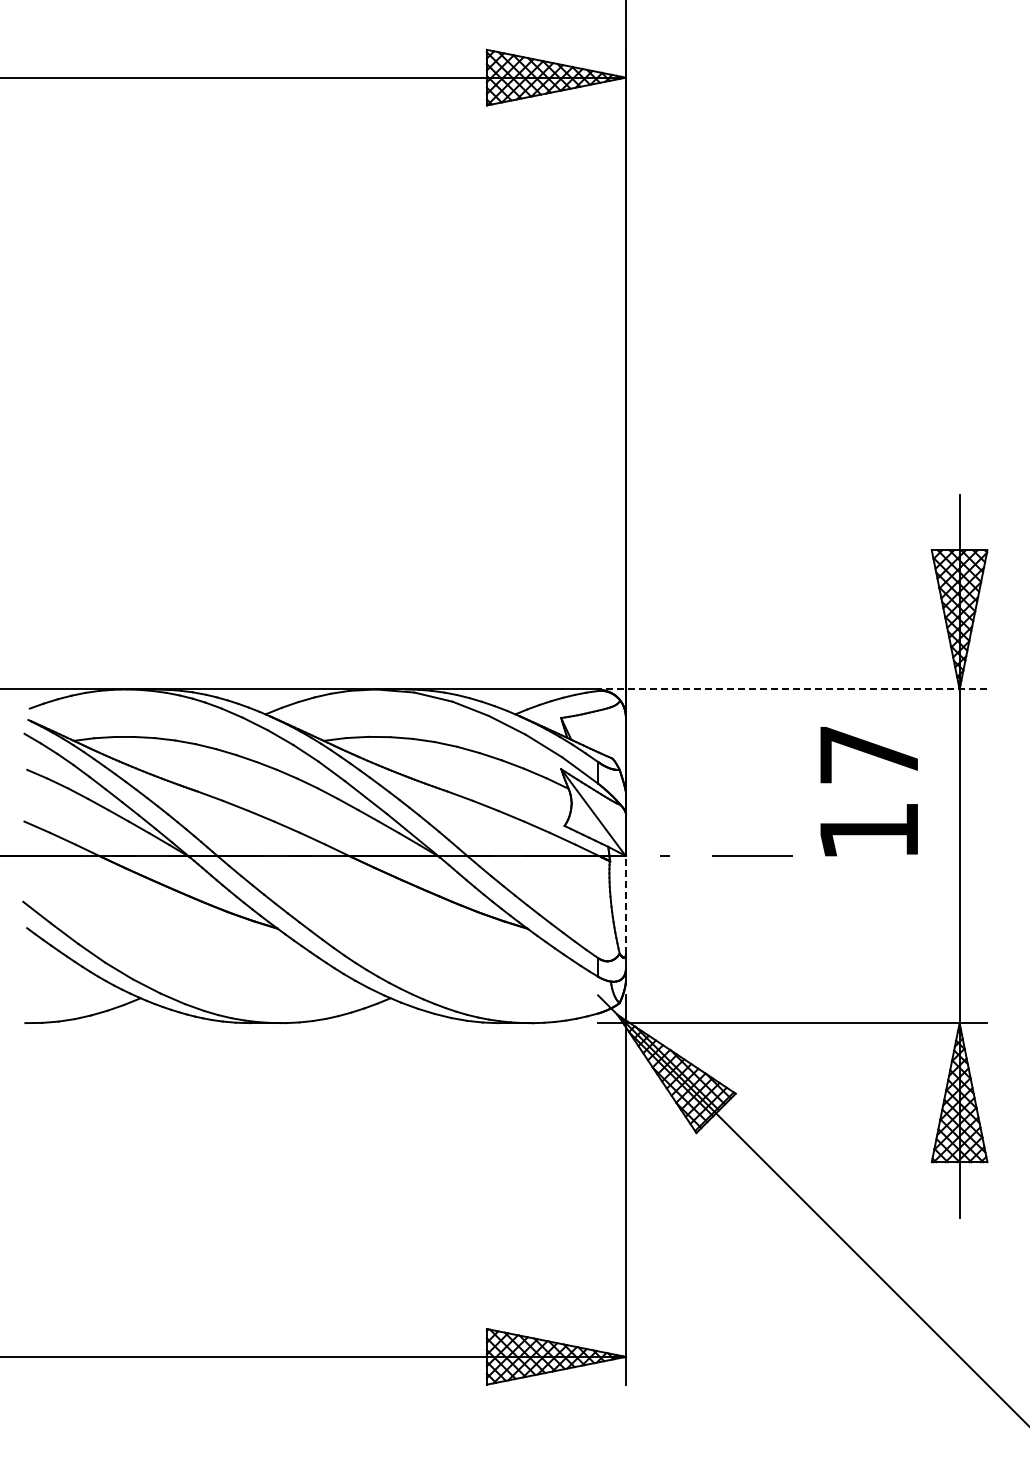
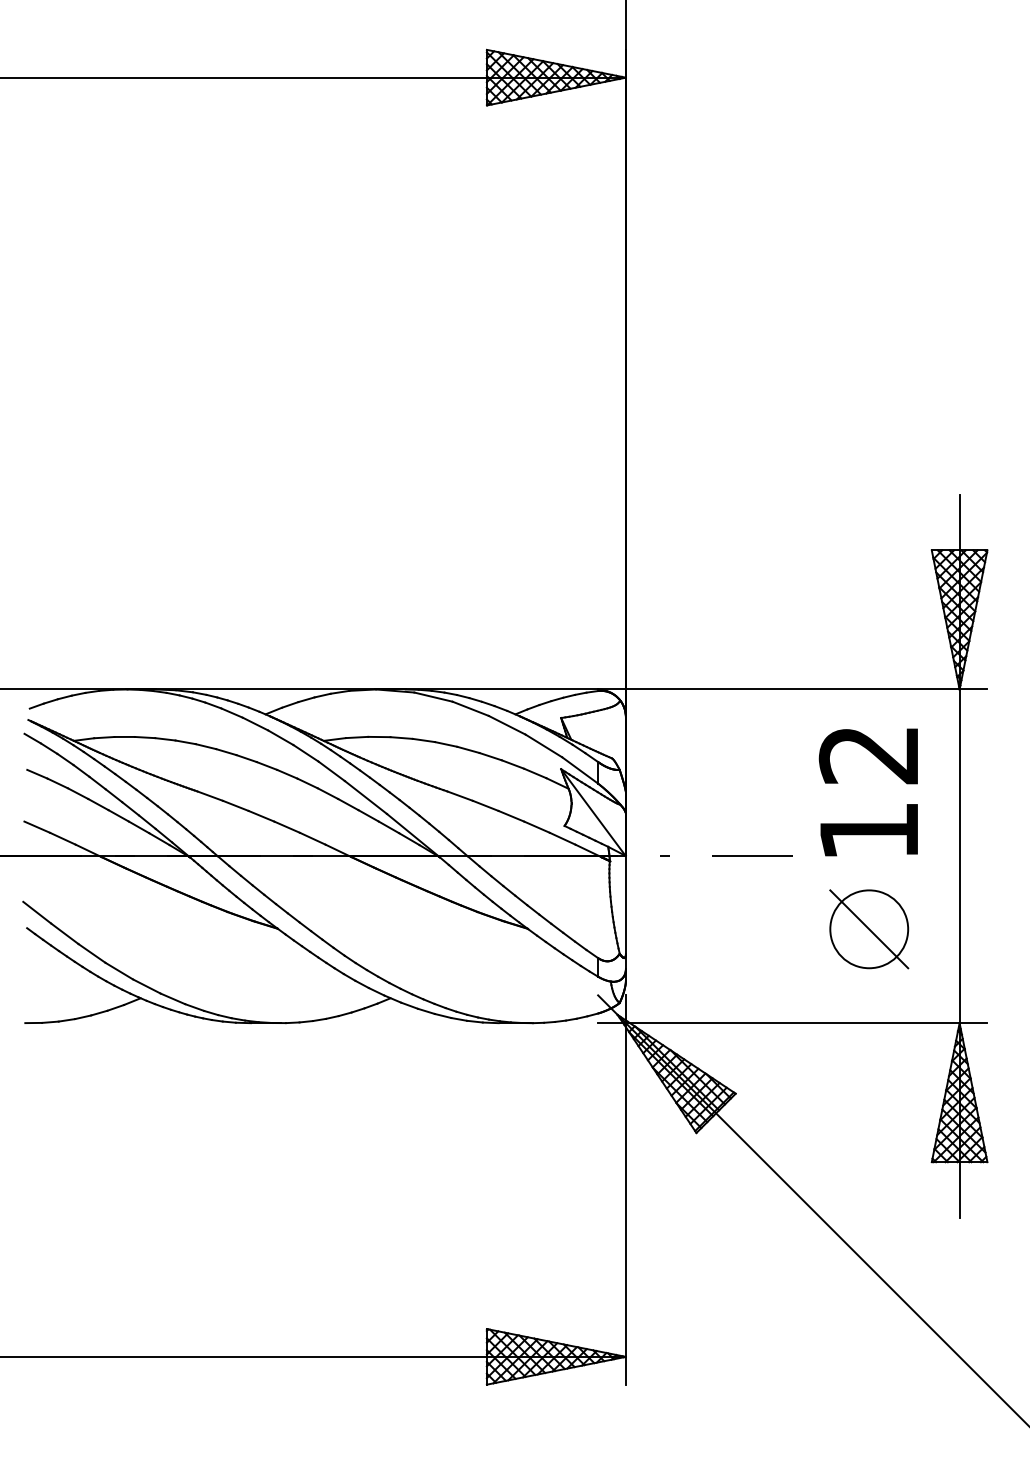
line at (792, 689): dashed -> solid
text at (867, 755): 17 -> 12
line at (625, 904): dashed -> solid
part at (869, 929): none -> present
